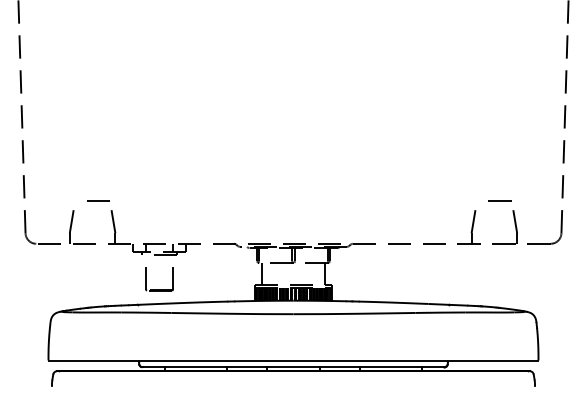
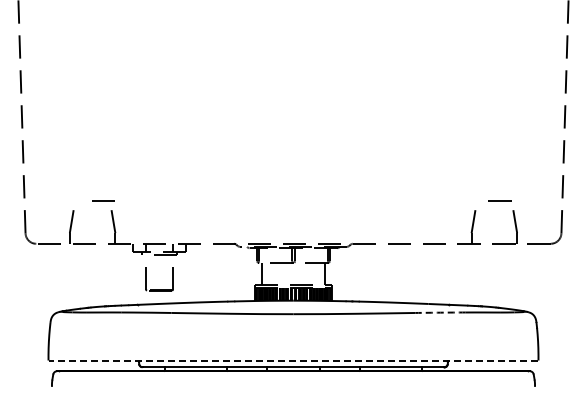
line at (98, 200) position: (98, 200) -> (103, 200)
arc at (440, 312): solid -> dashed
line at (293, 360): solid -> dashed
